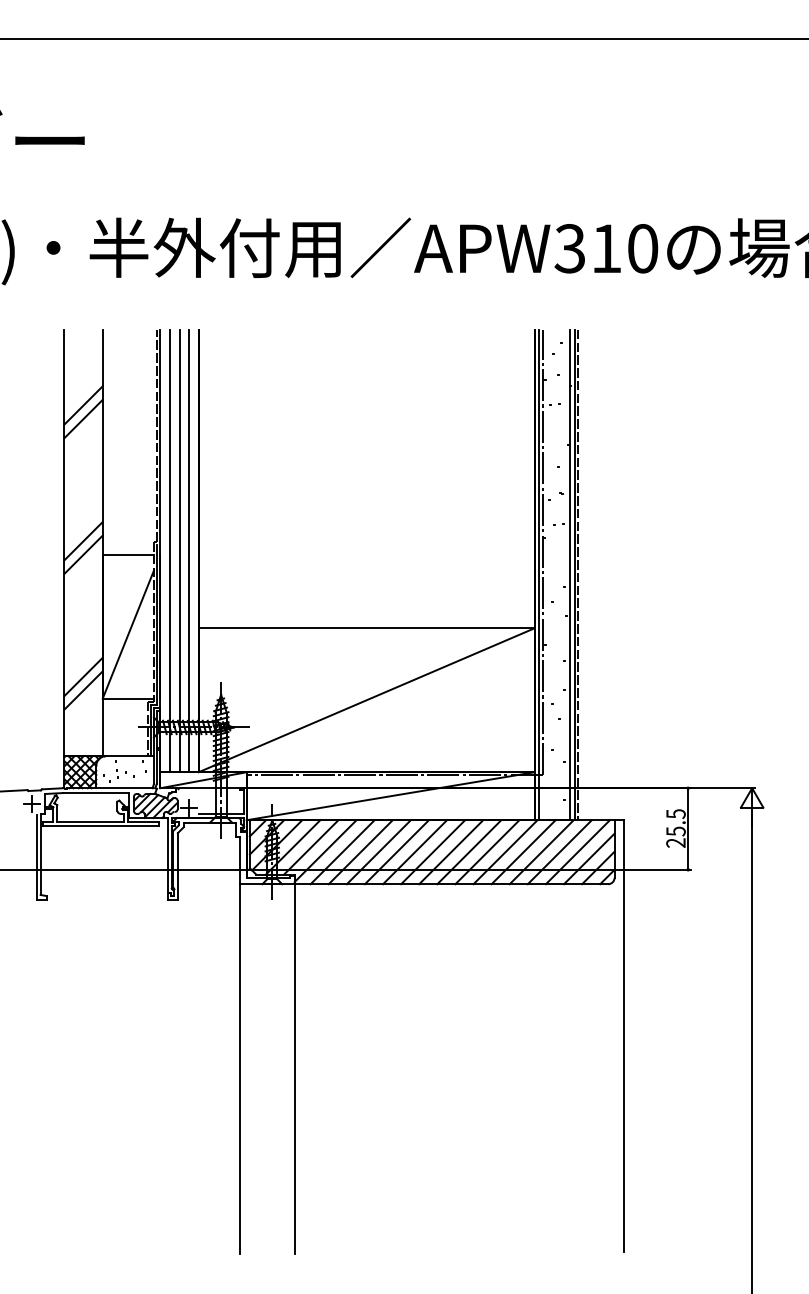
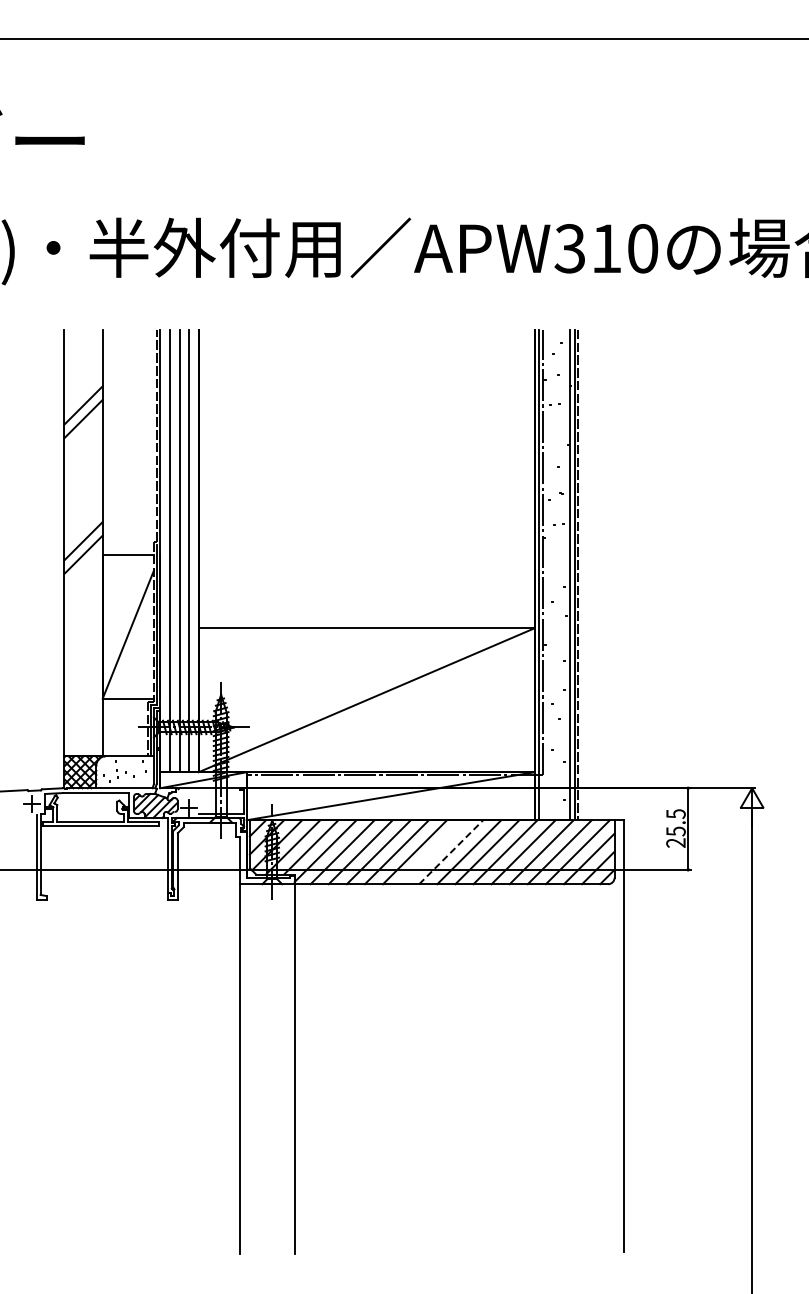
line at (83, 676): present -> none
line at (83, 690): present -> none
line at (451, 851): solid -> dashed
line at (433, 852): present -> none
